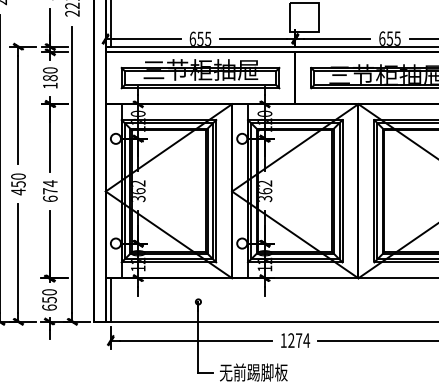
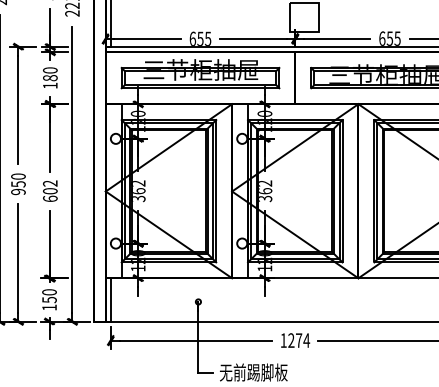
text at (50, 187): 674 -> 602
text at (18, 191): 450 -> 950
text at (49, 307): 650 -> 150
